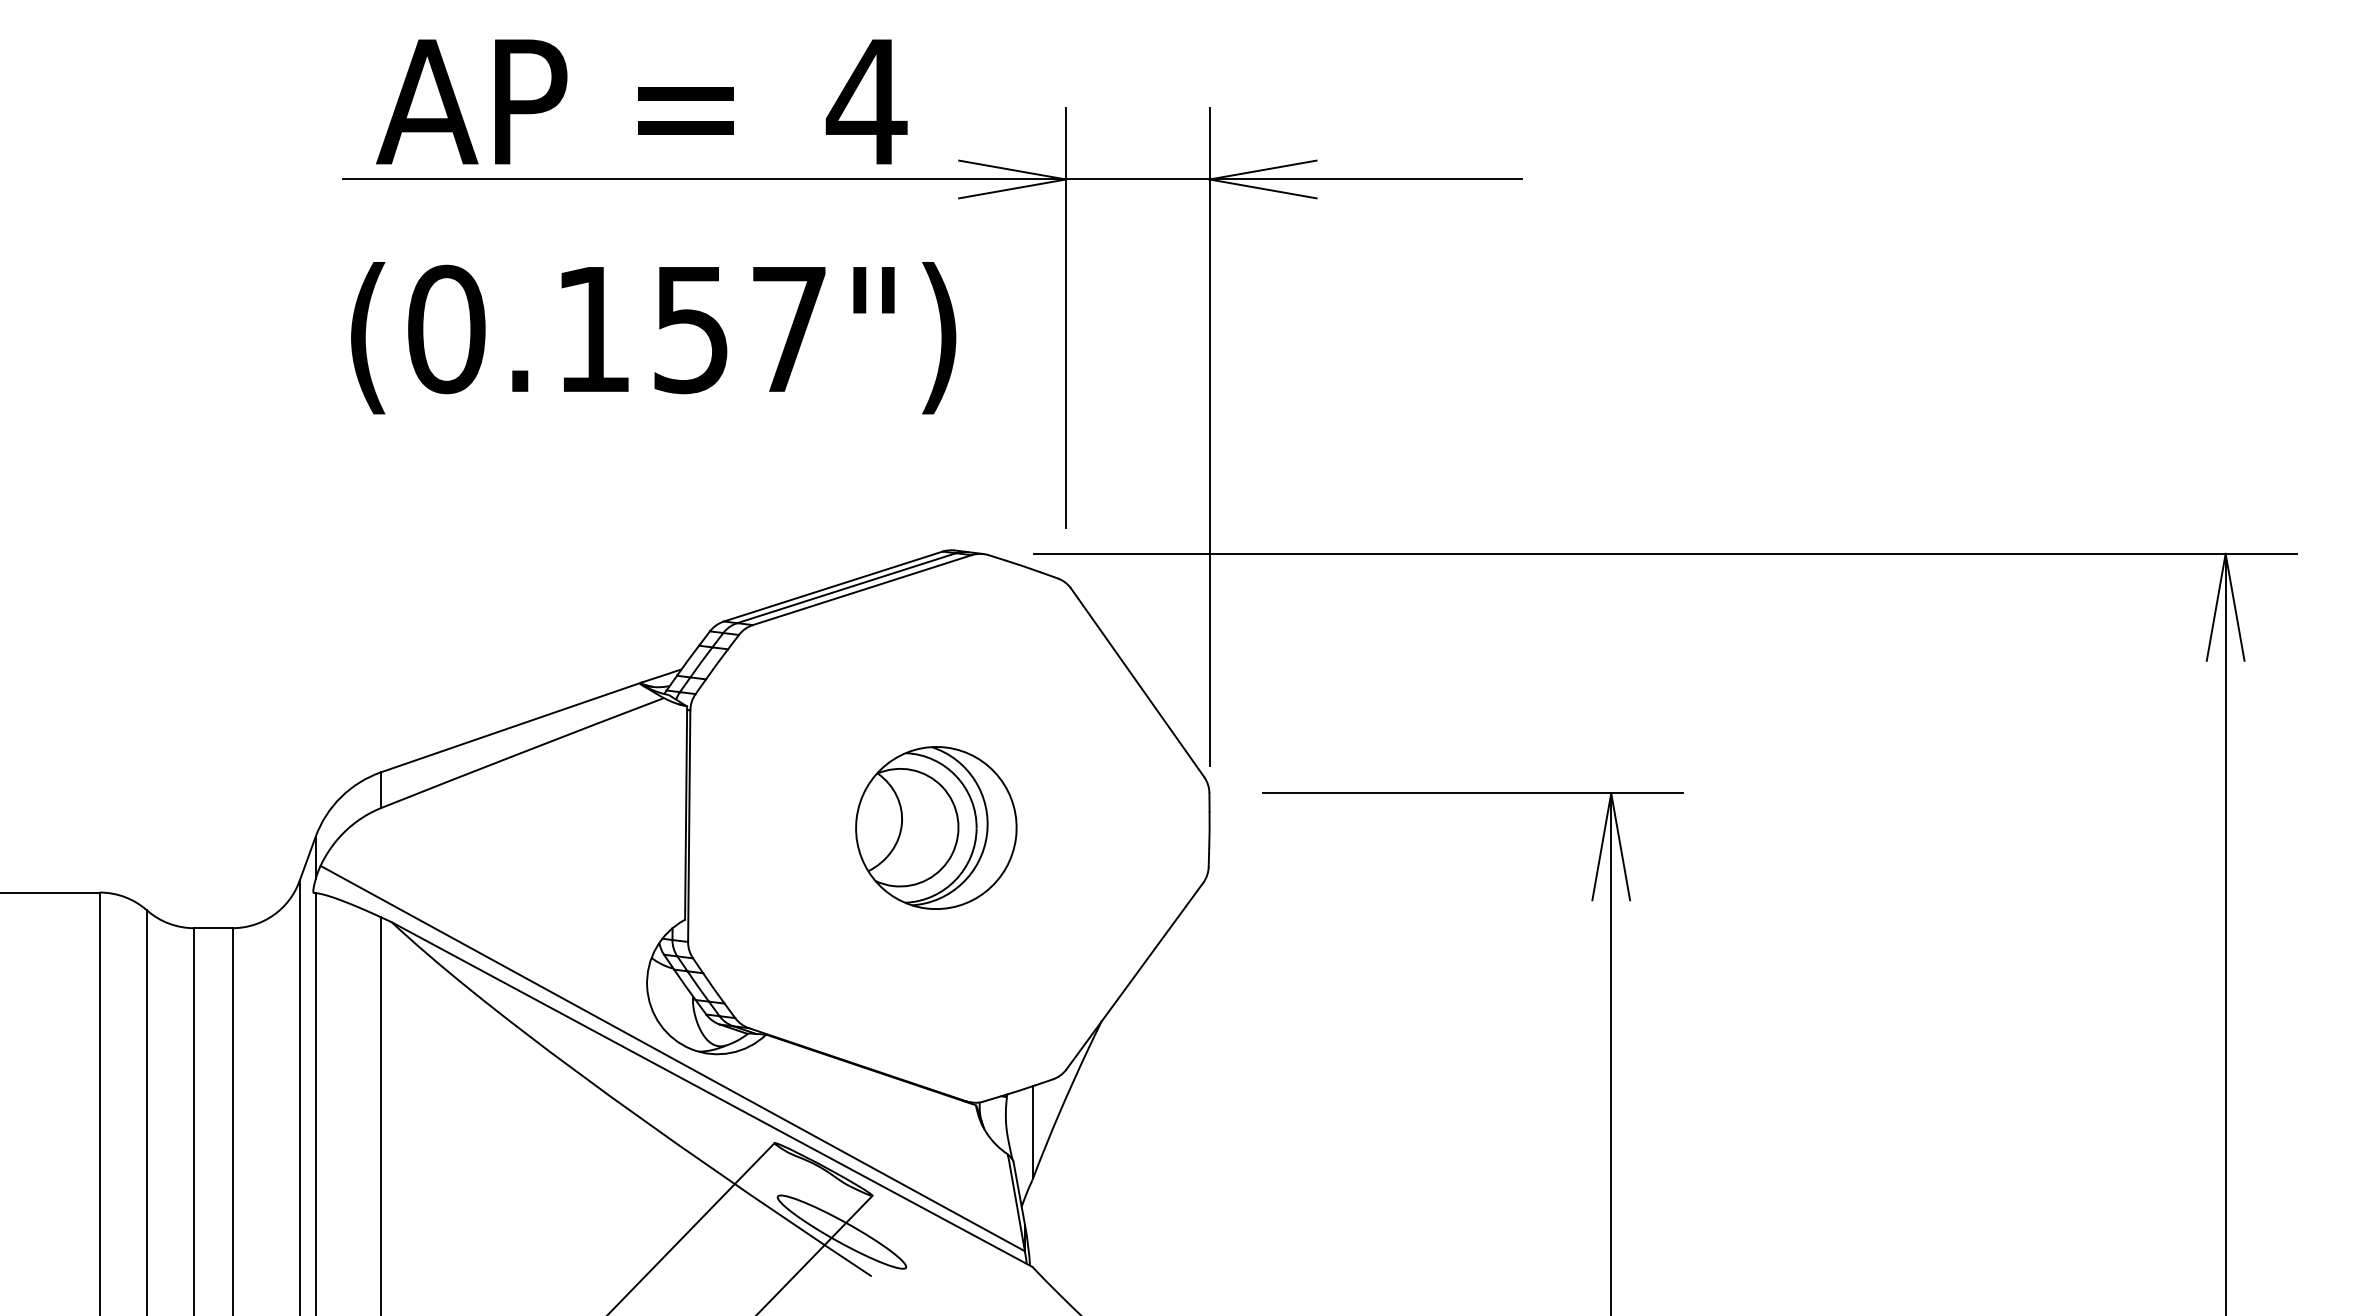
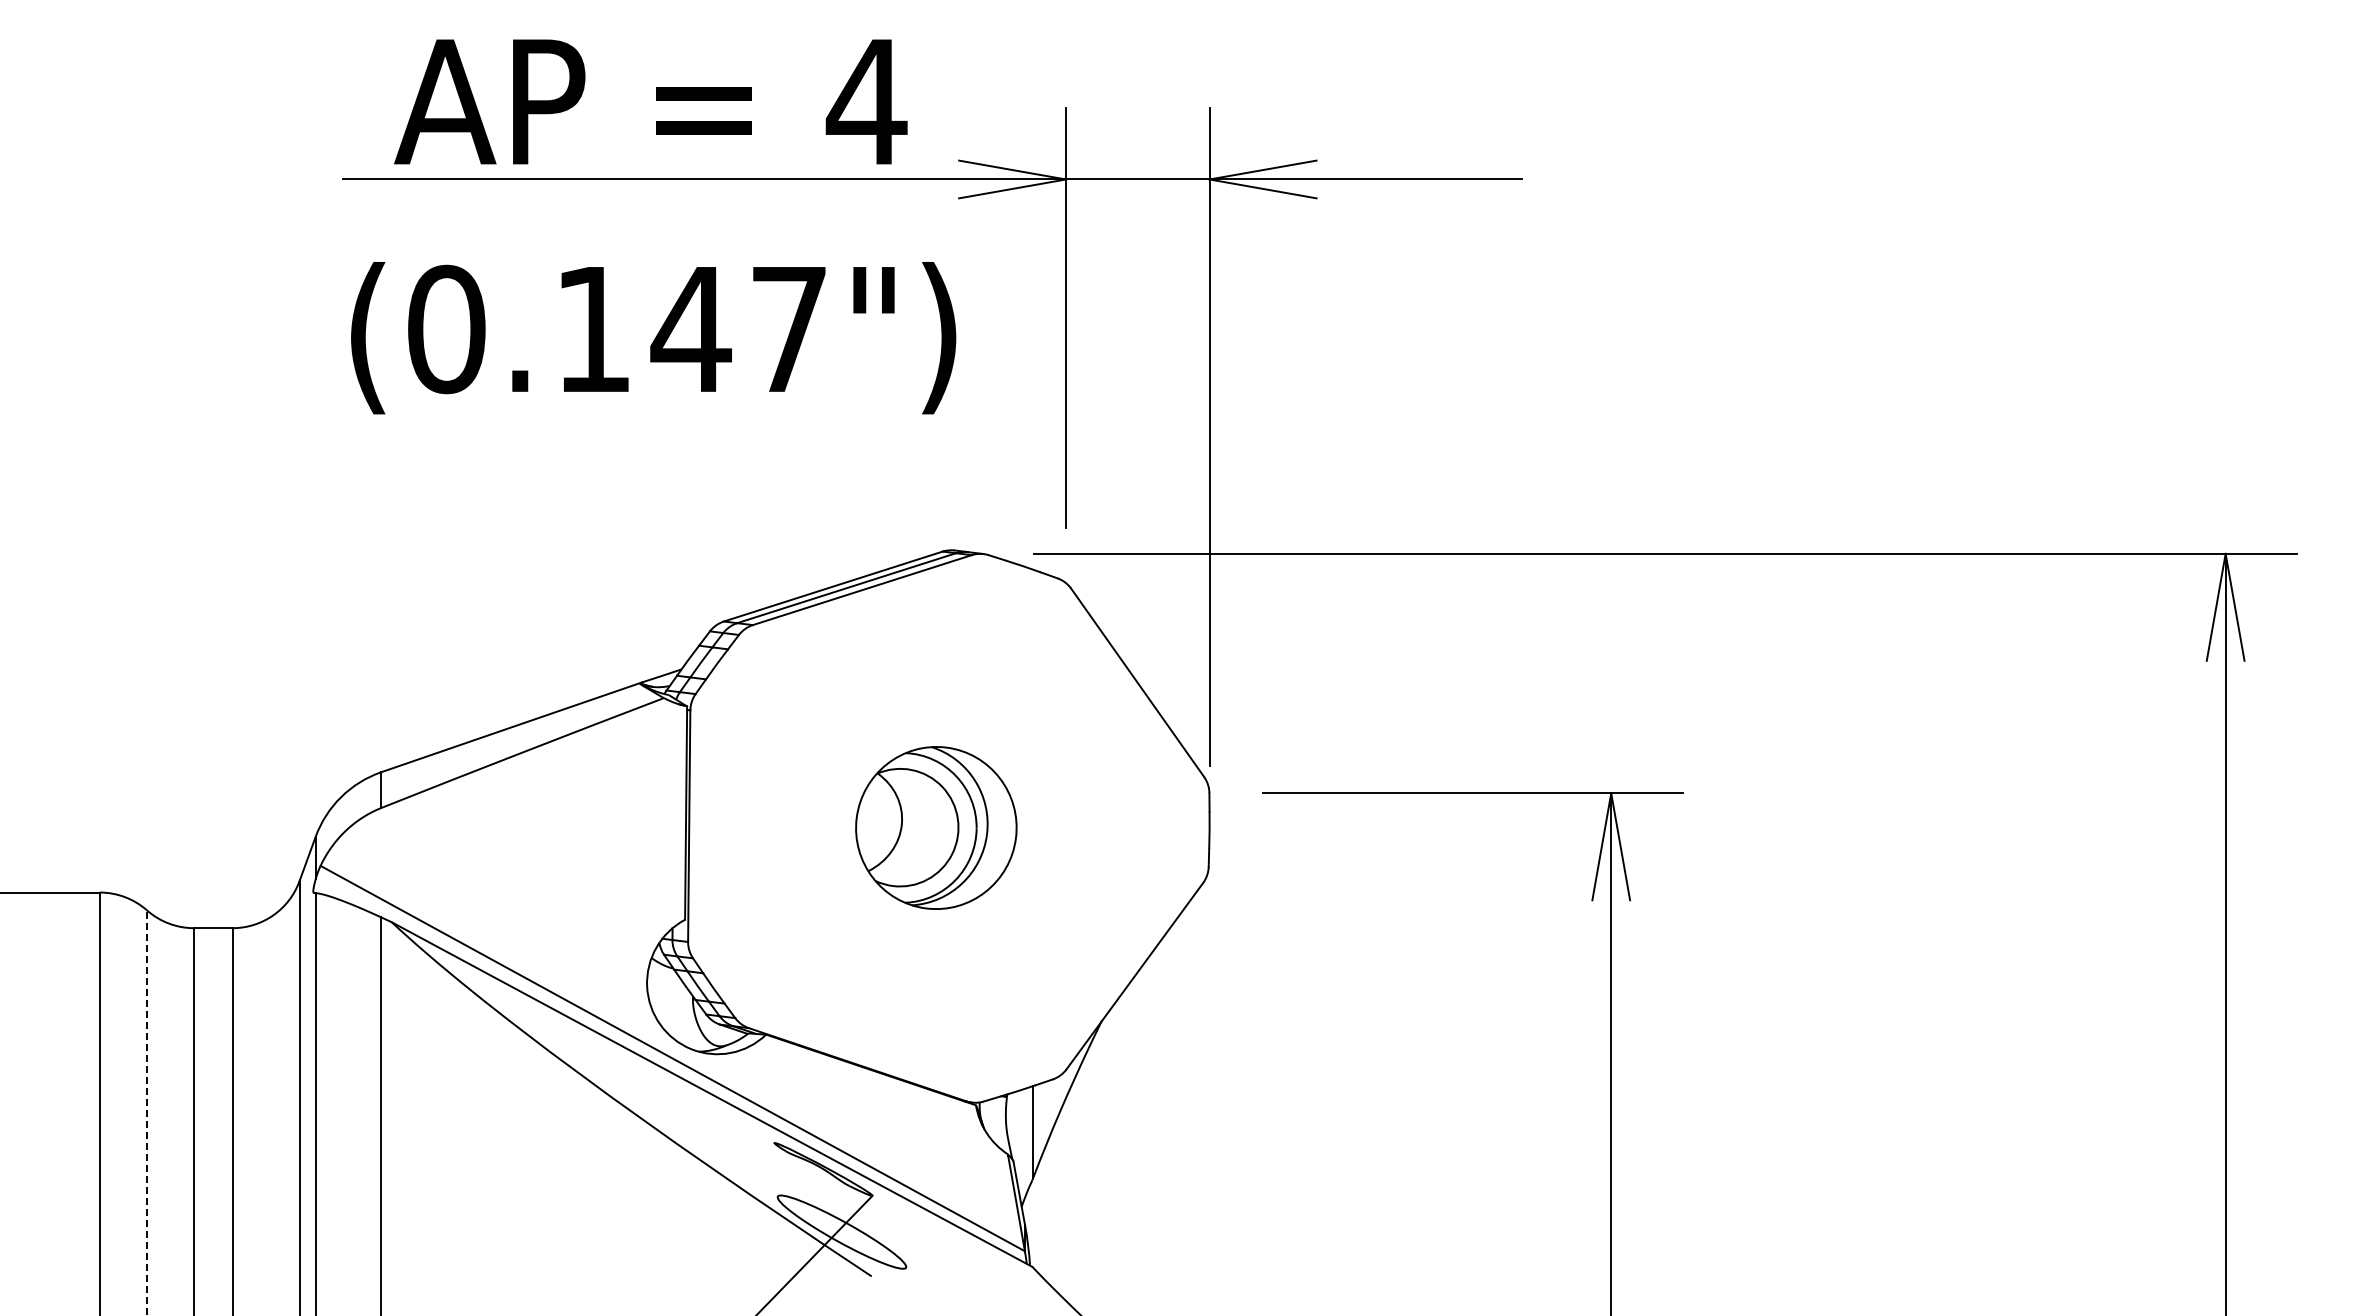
text at (554, 101) position: (554, 101) -> (572, 101)
text at (690, 330): (0.157") -> (0.147")
line at (146, 1112): solid -> dashed
line at (692, 1227): present -> none
